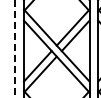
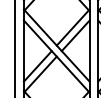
line at (15, 49): dashed -> solid
